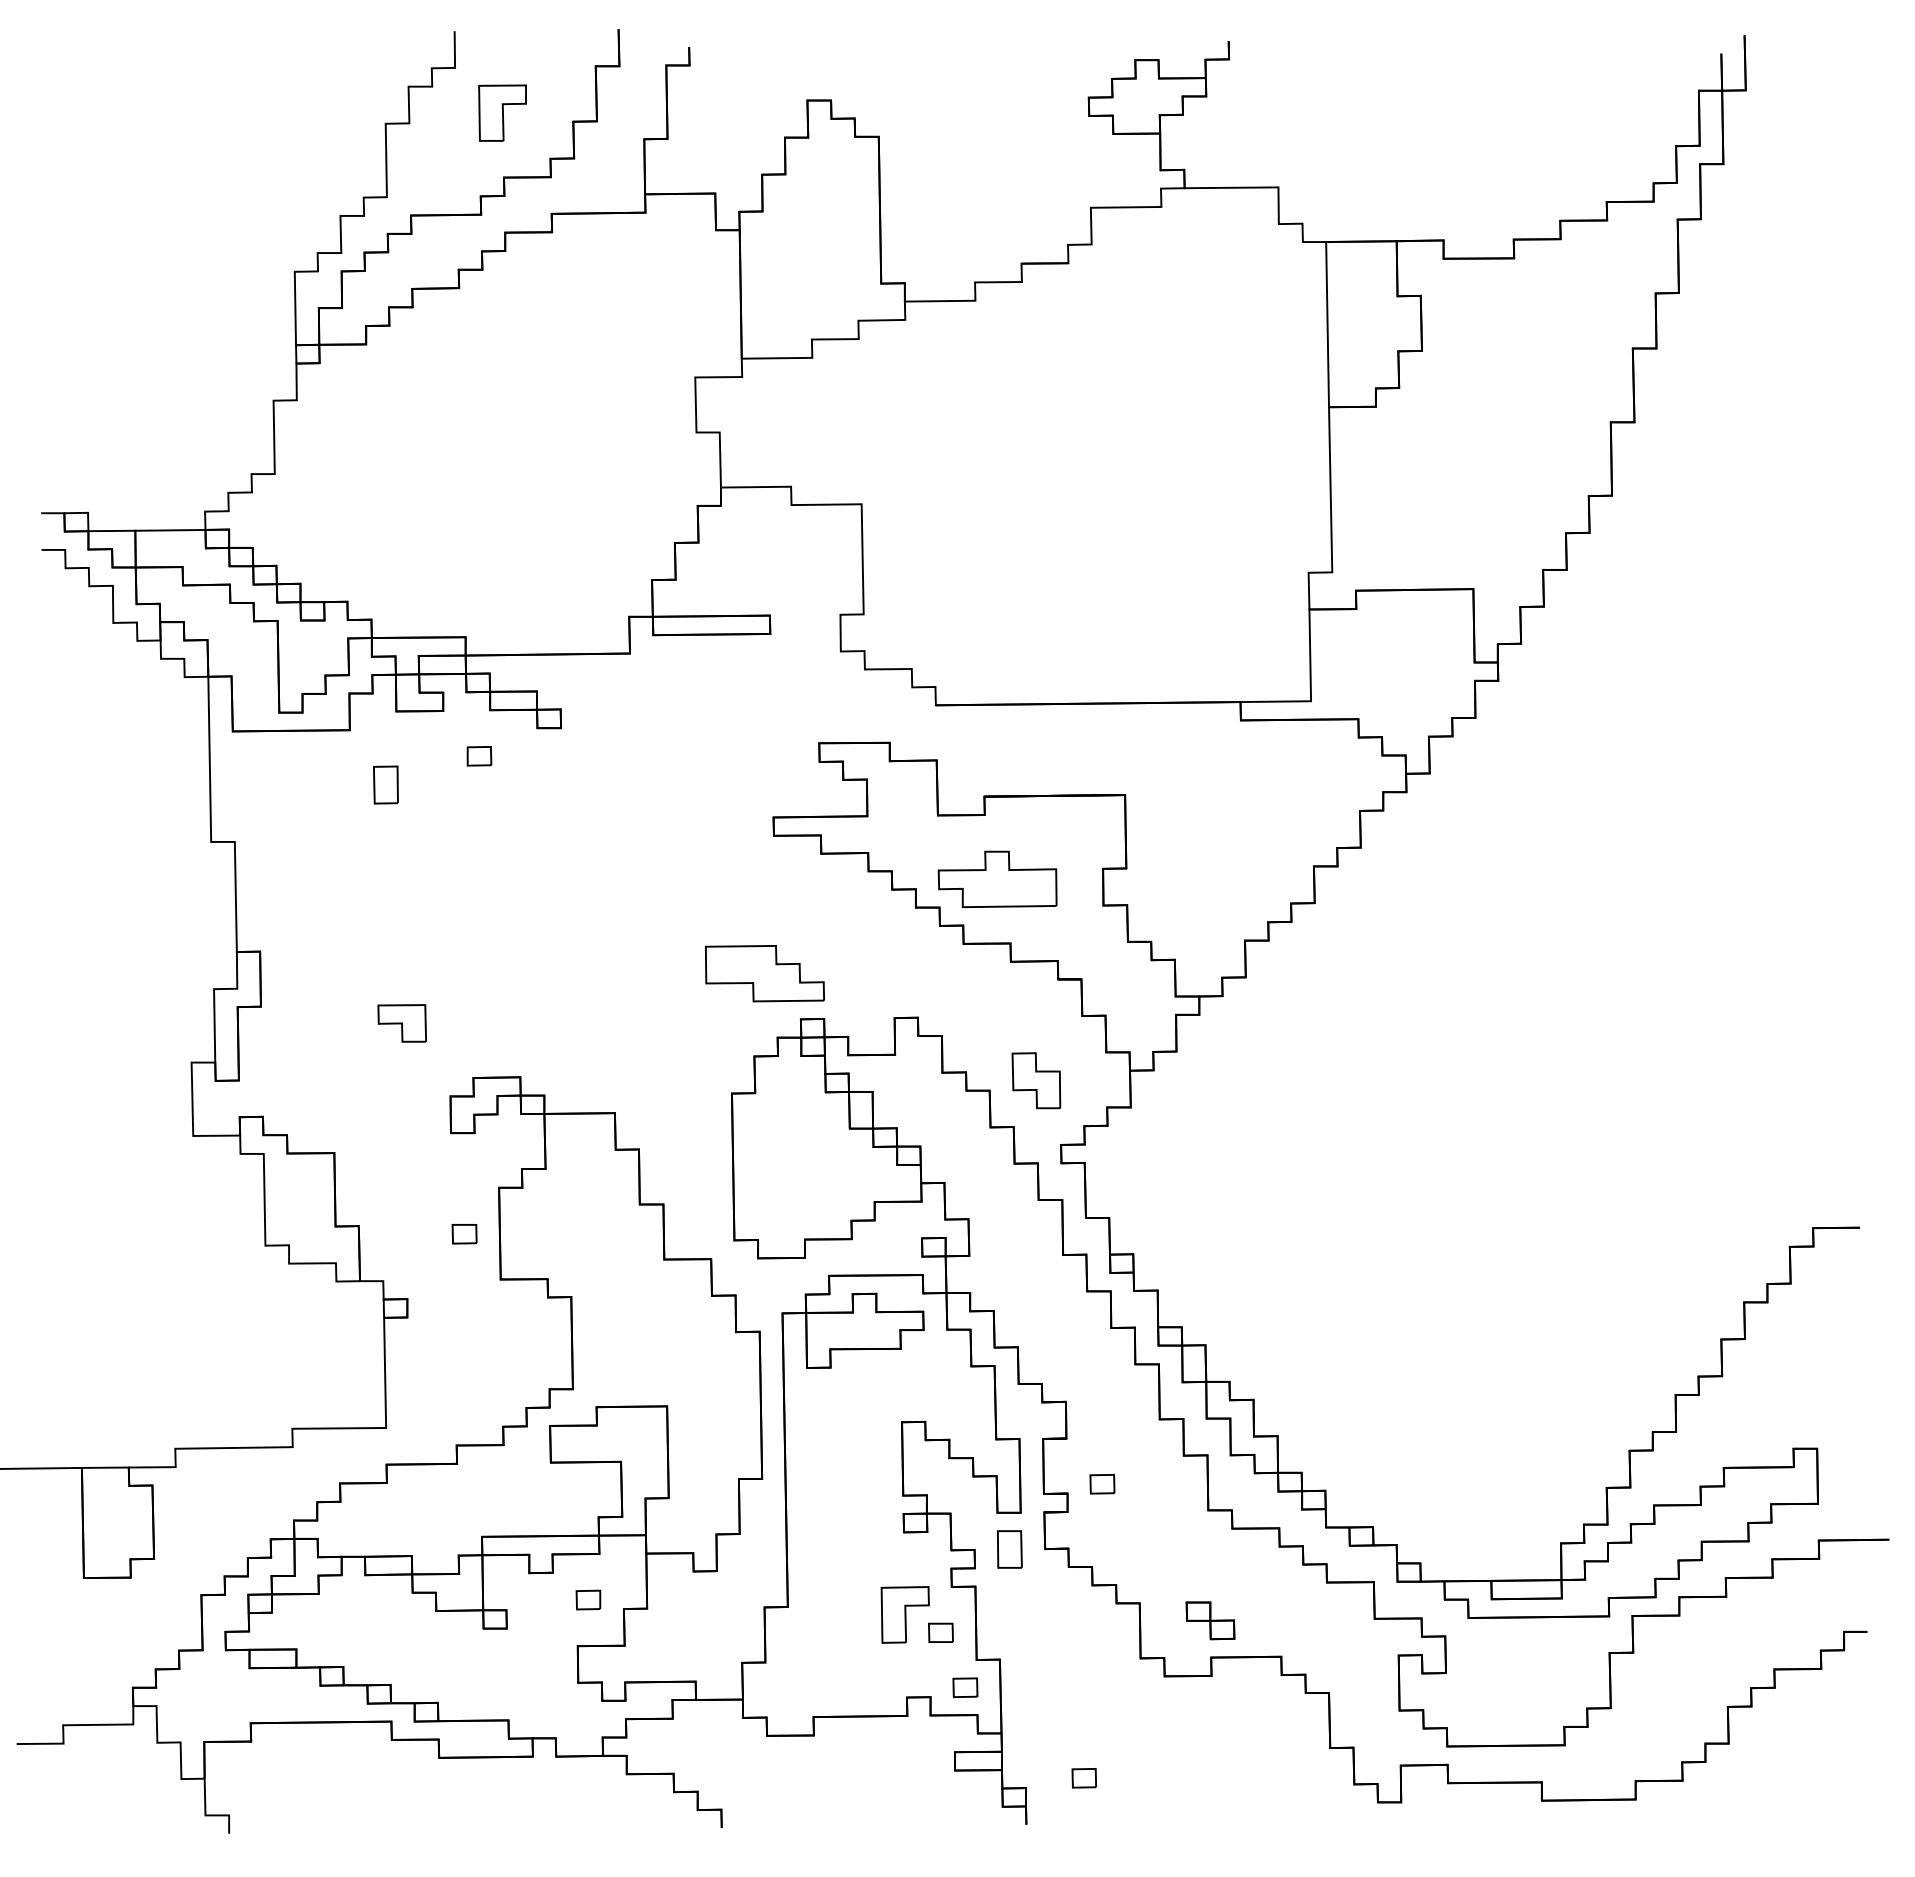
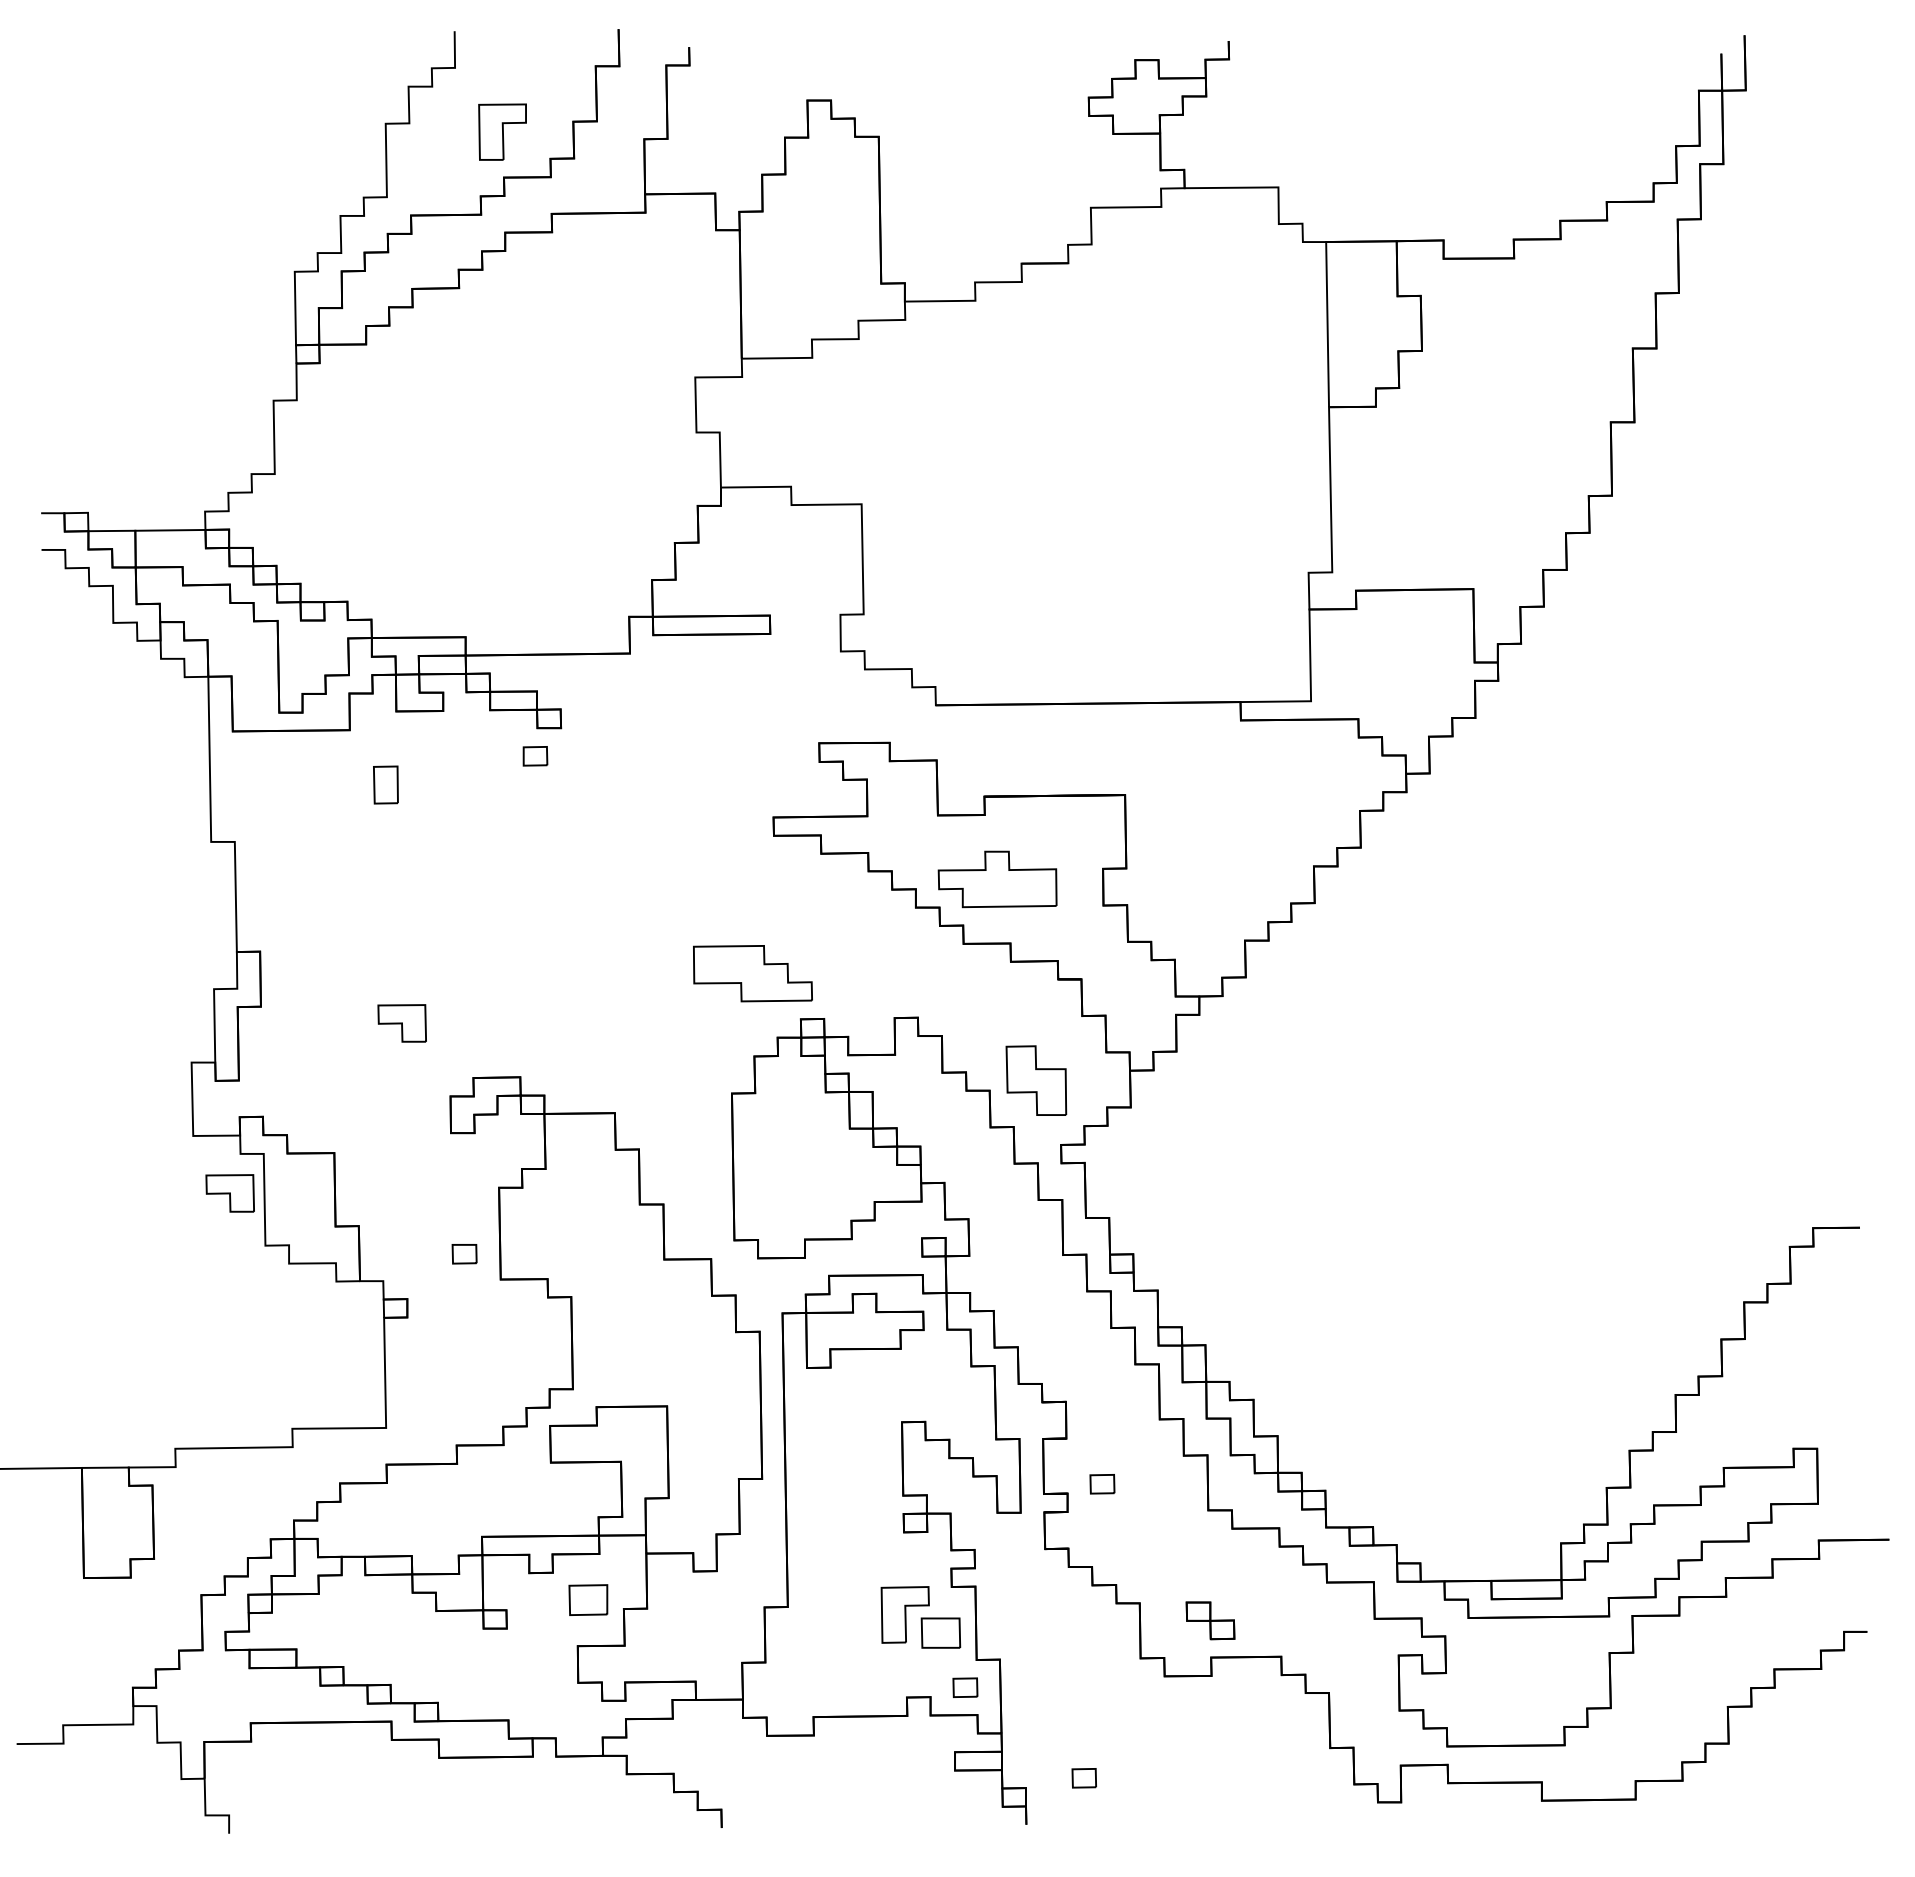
part at (502, 112) position: (502, 112) -> (502, 131)
part at (479, 756) position: (479, 756) -> (535, 756)
part at (764, 973) position: (764, 973) -> (752, 973)
part at (1036, 1080) size: 51x58 px -> 63x71 px
part at (229, 1193): none -> present
part at (464, 1234) position: (464, 1234) -> (464, 1254)
part at (1009, 1549): present -> none
part at (588, 1599) size: 27x22 px -> 41x32 px
part at (940, 1632) size: 26x21 px -> 42x32 px
